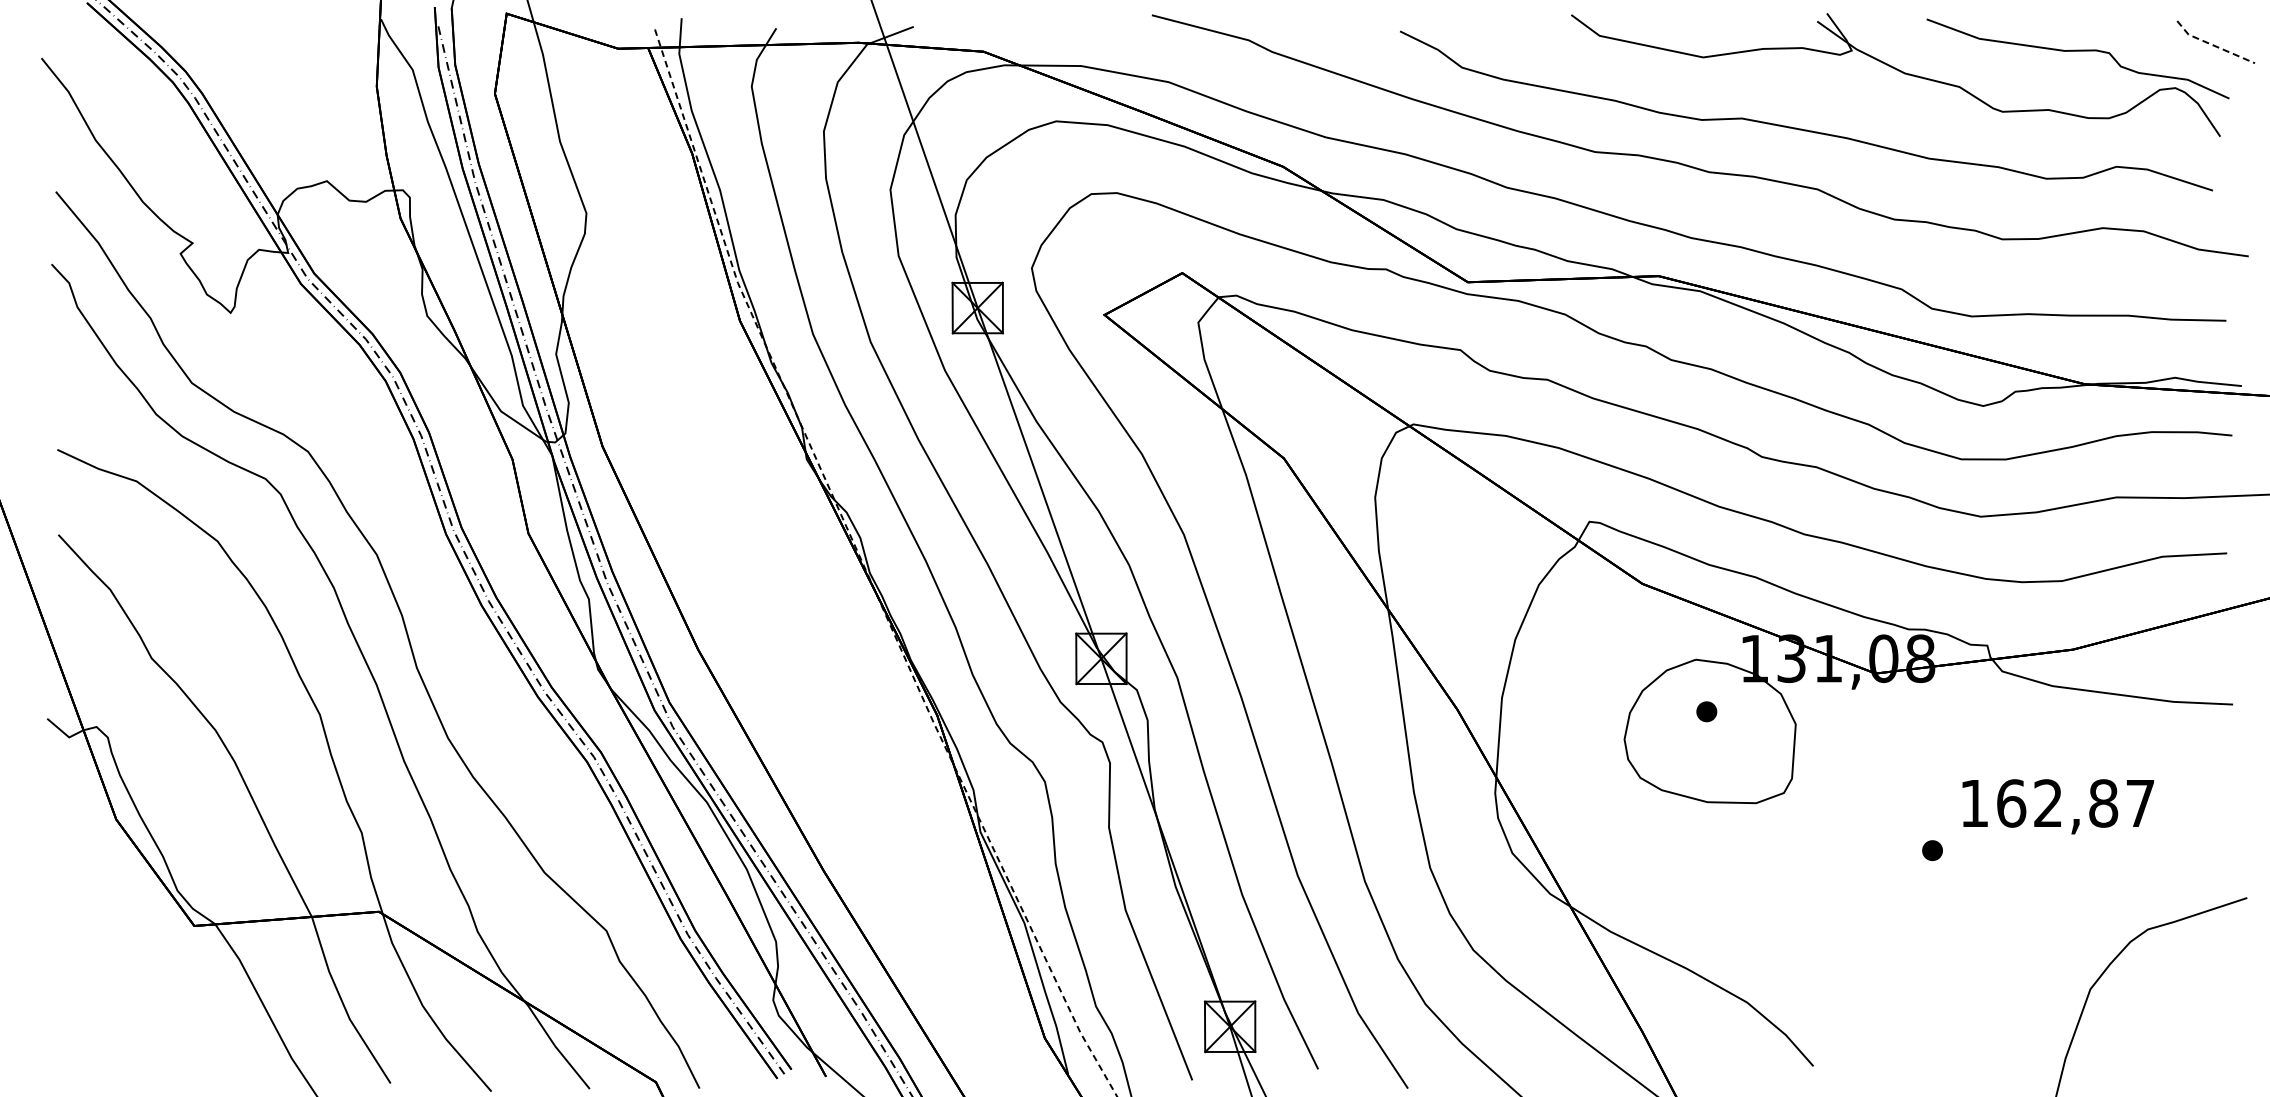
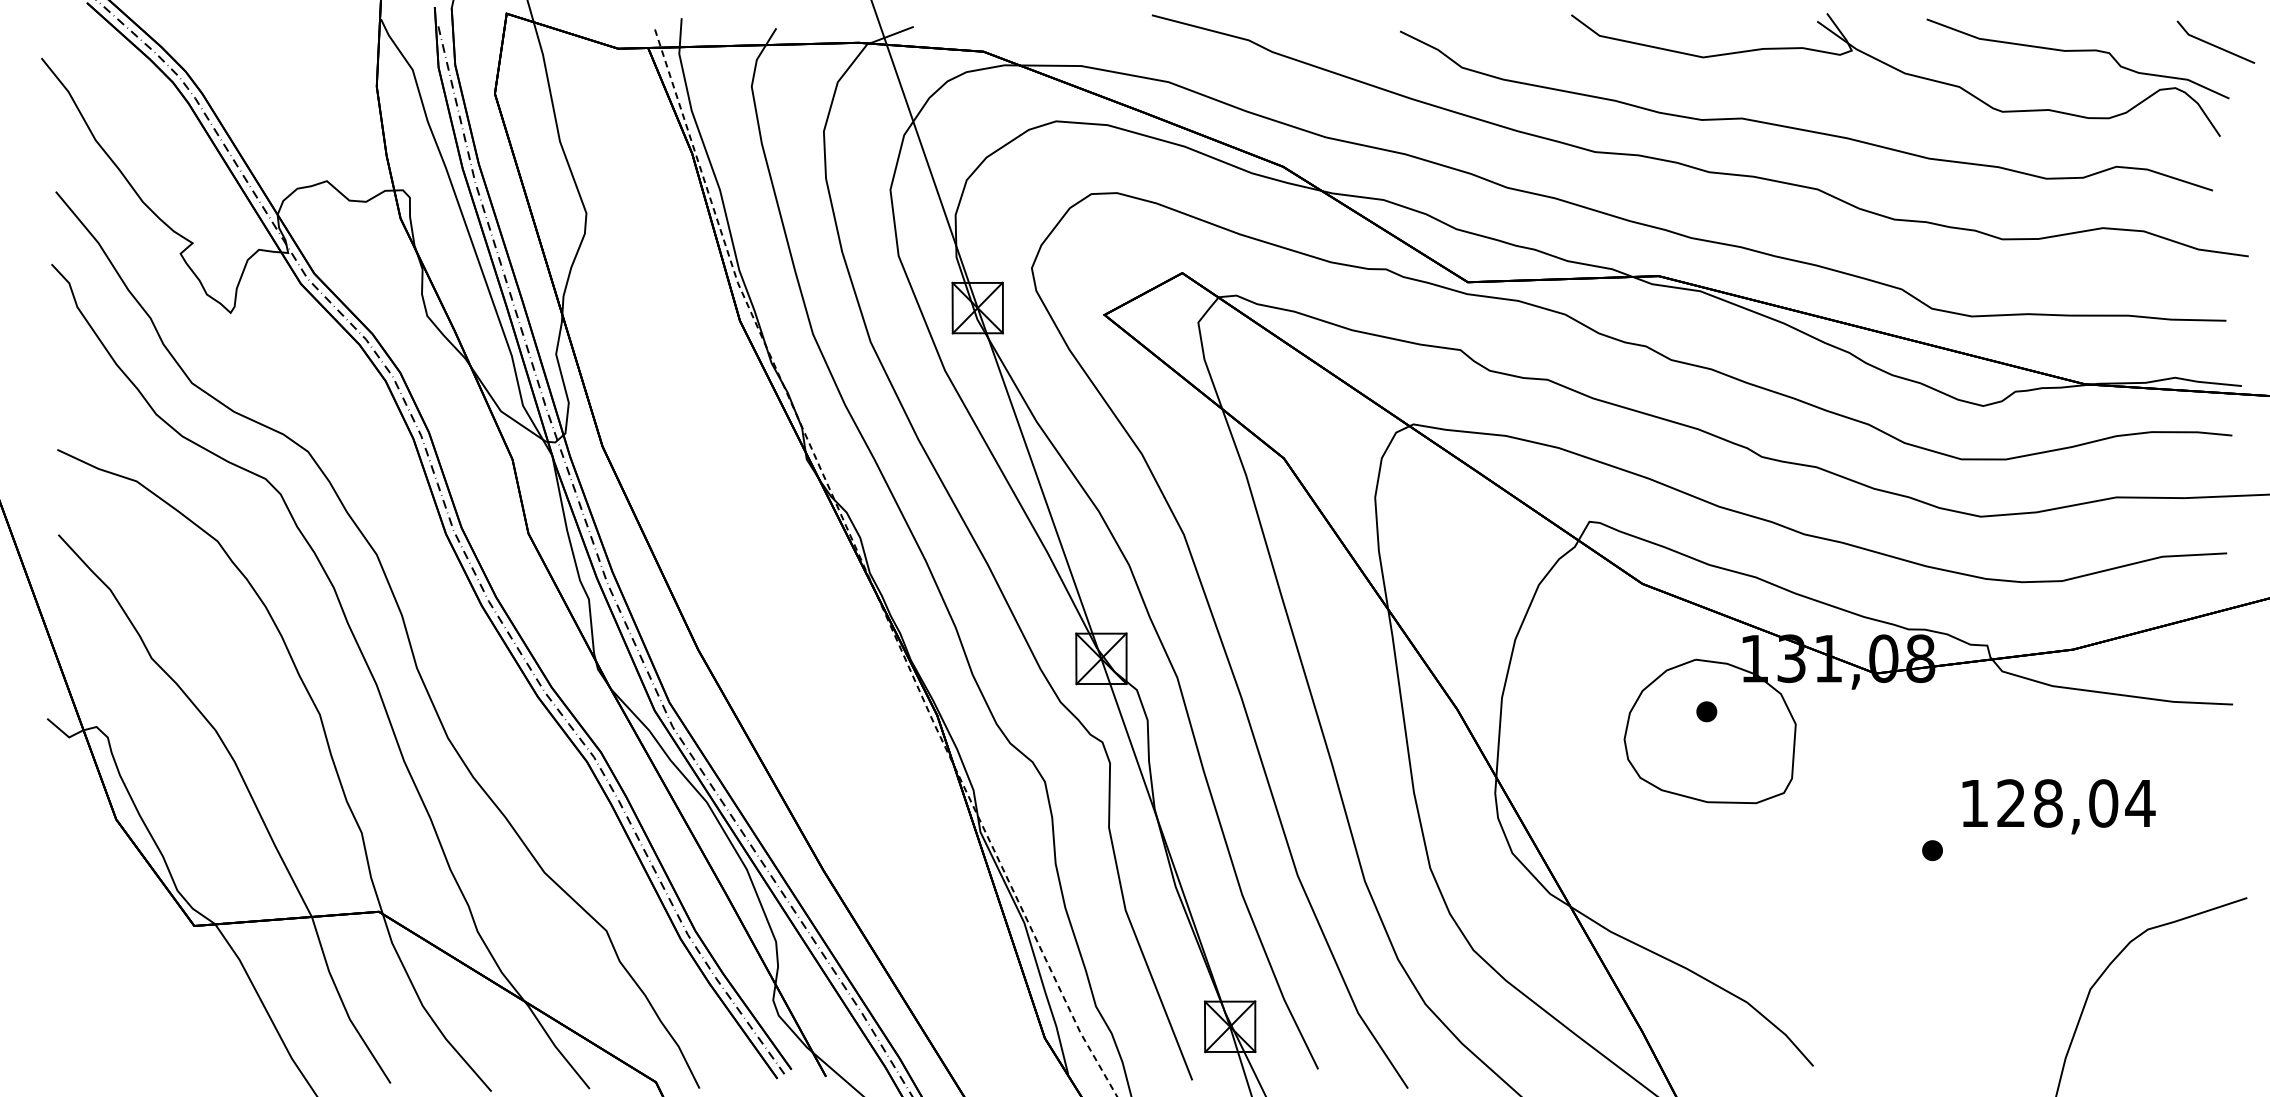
line at (2213, 45): dashed -> solid
text at (2076, 803): 162,87 -> 128,04
